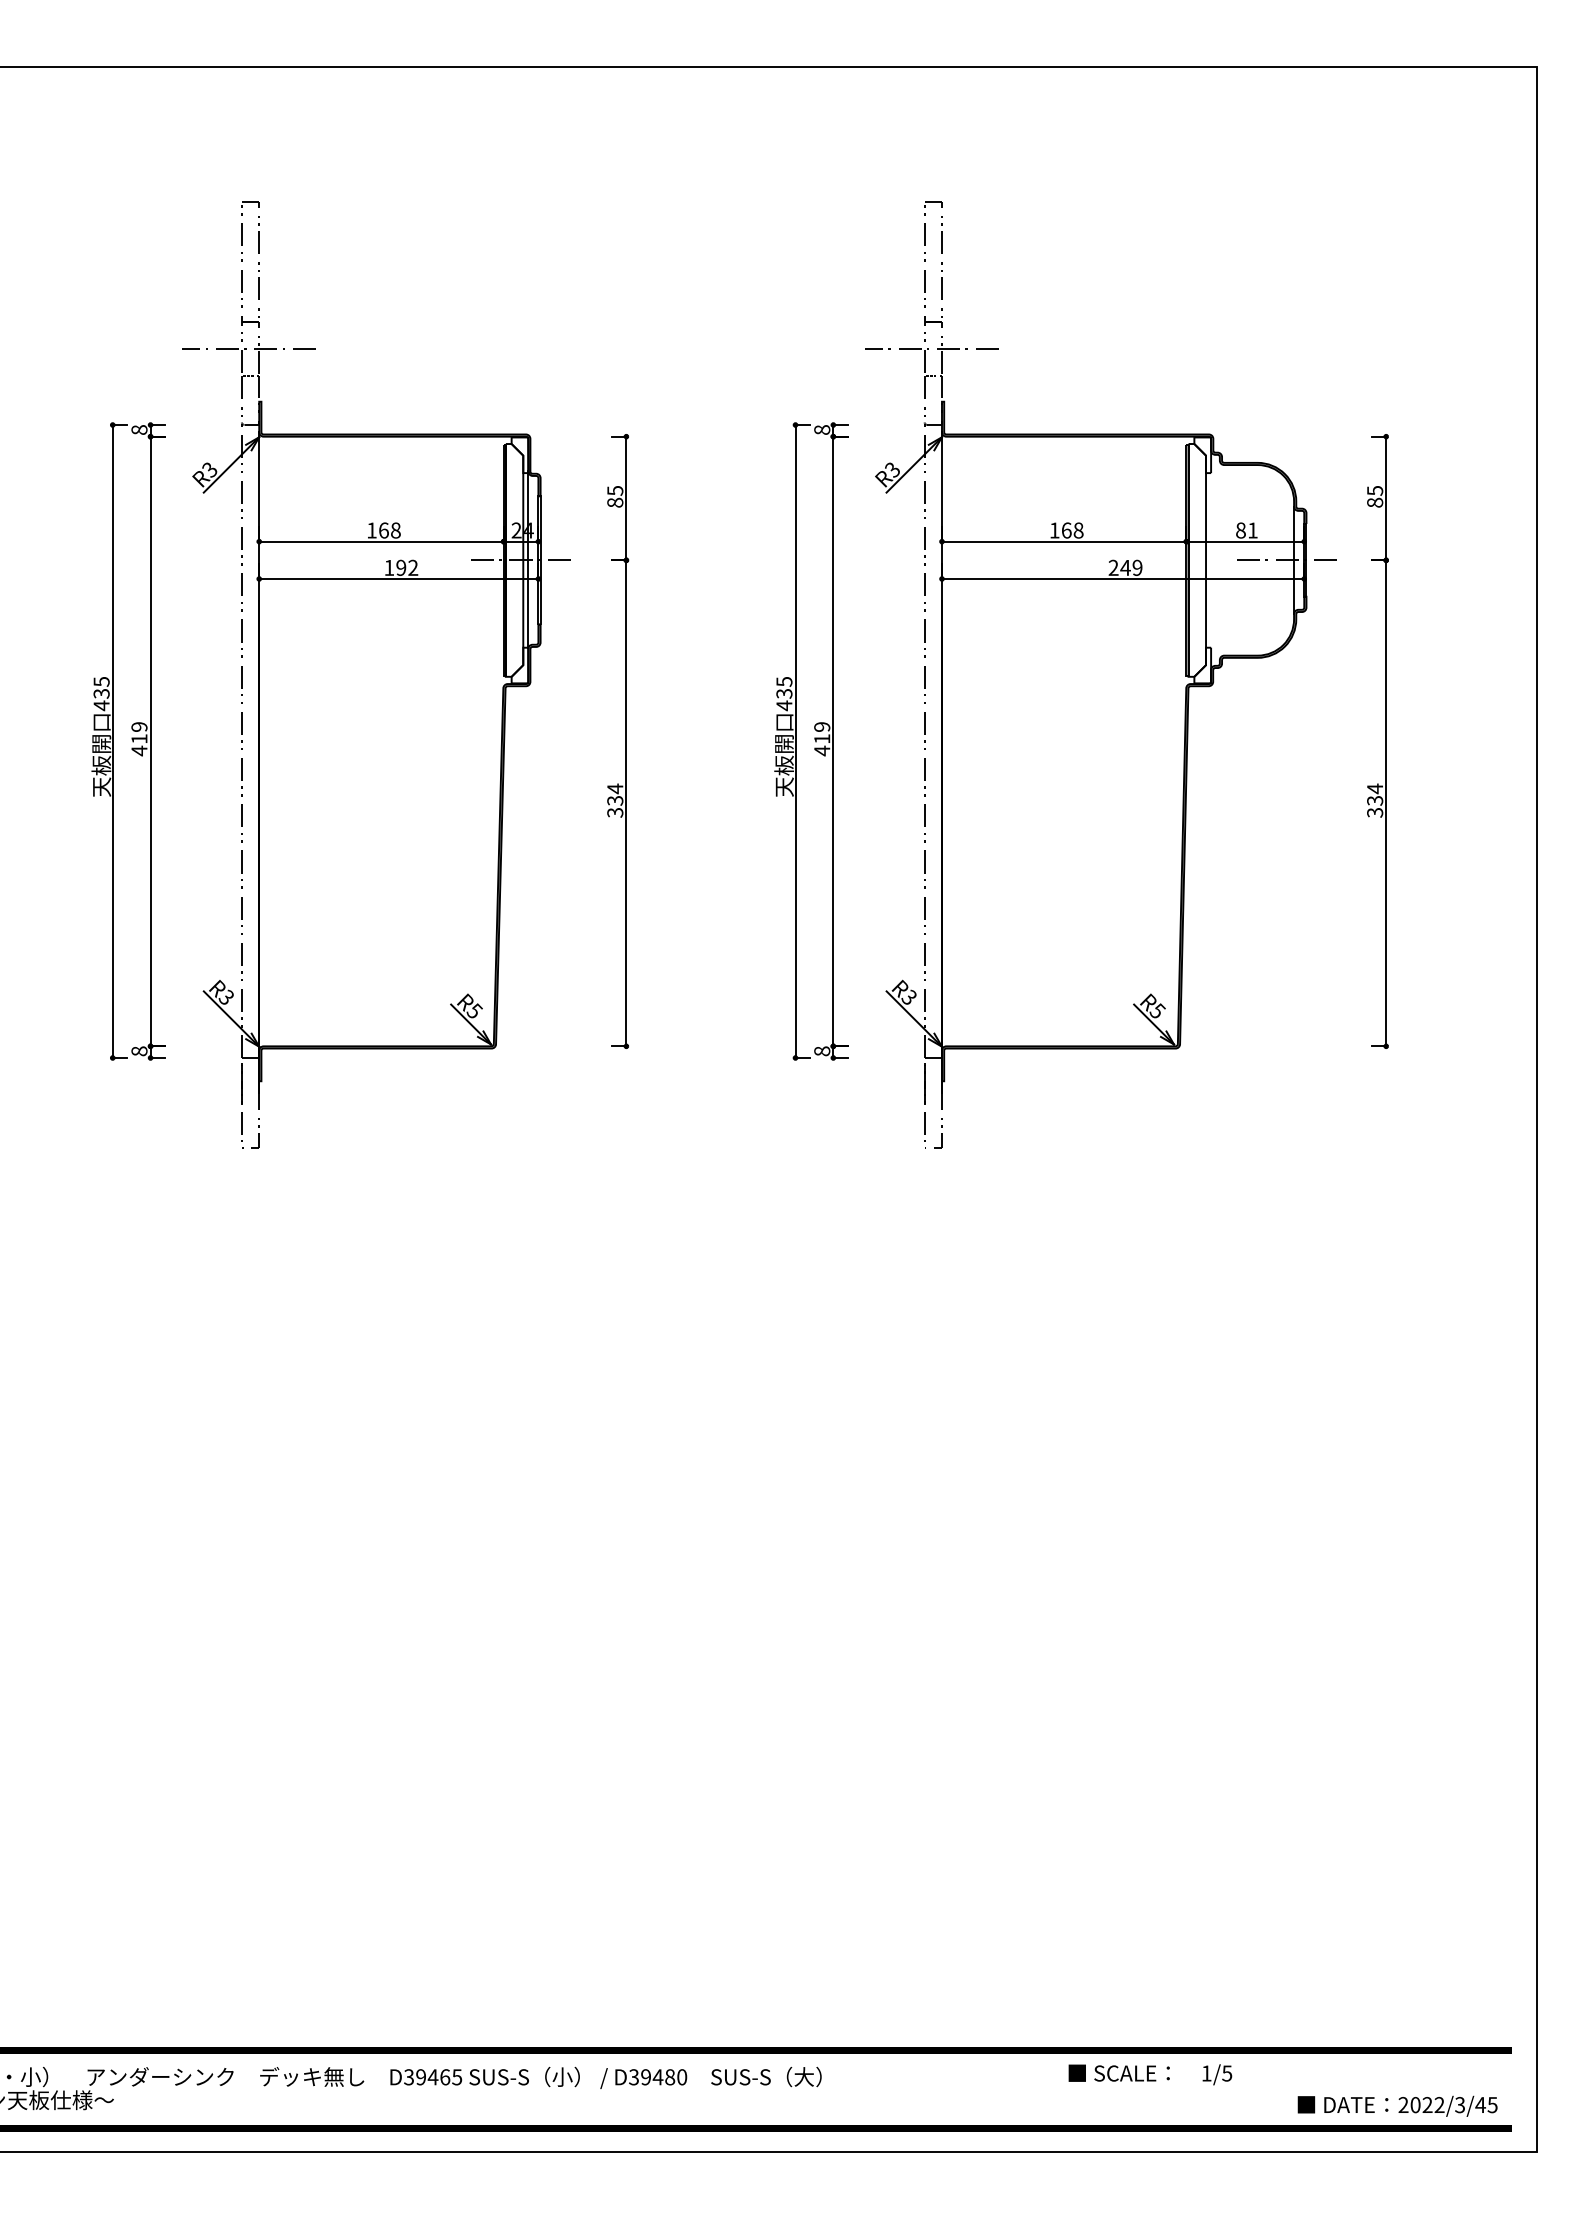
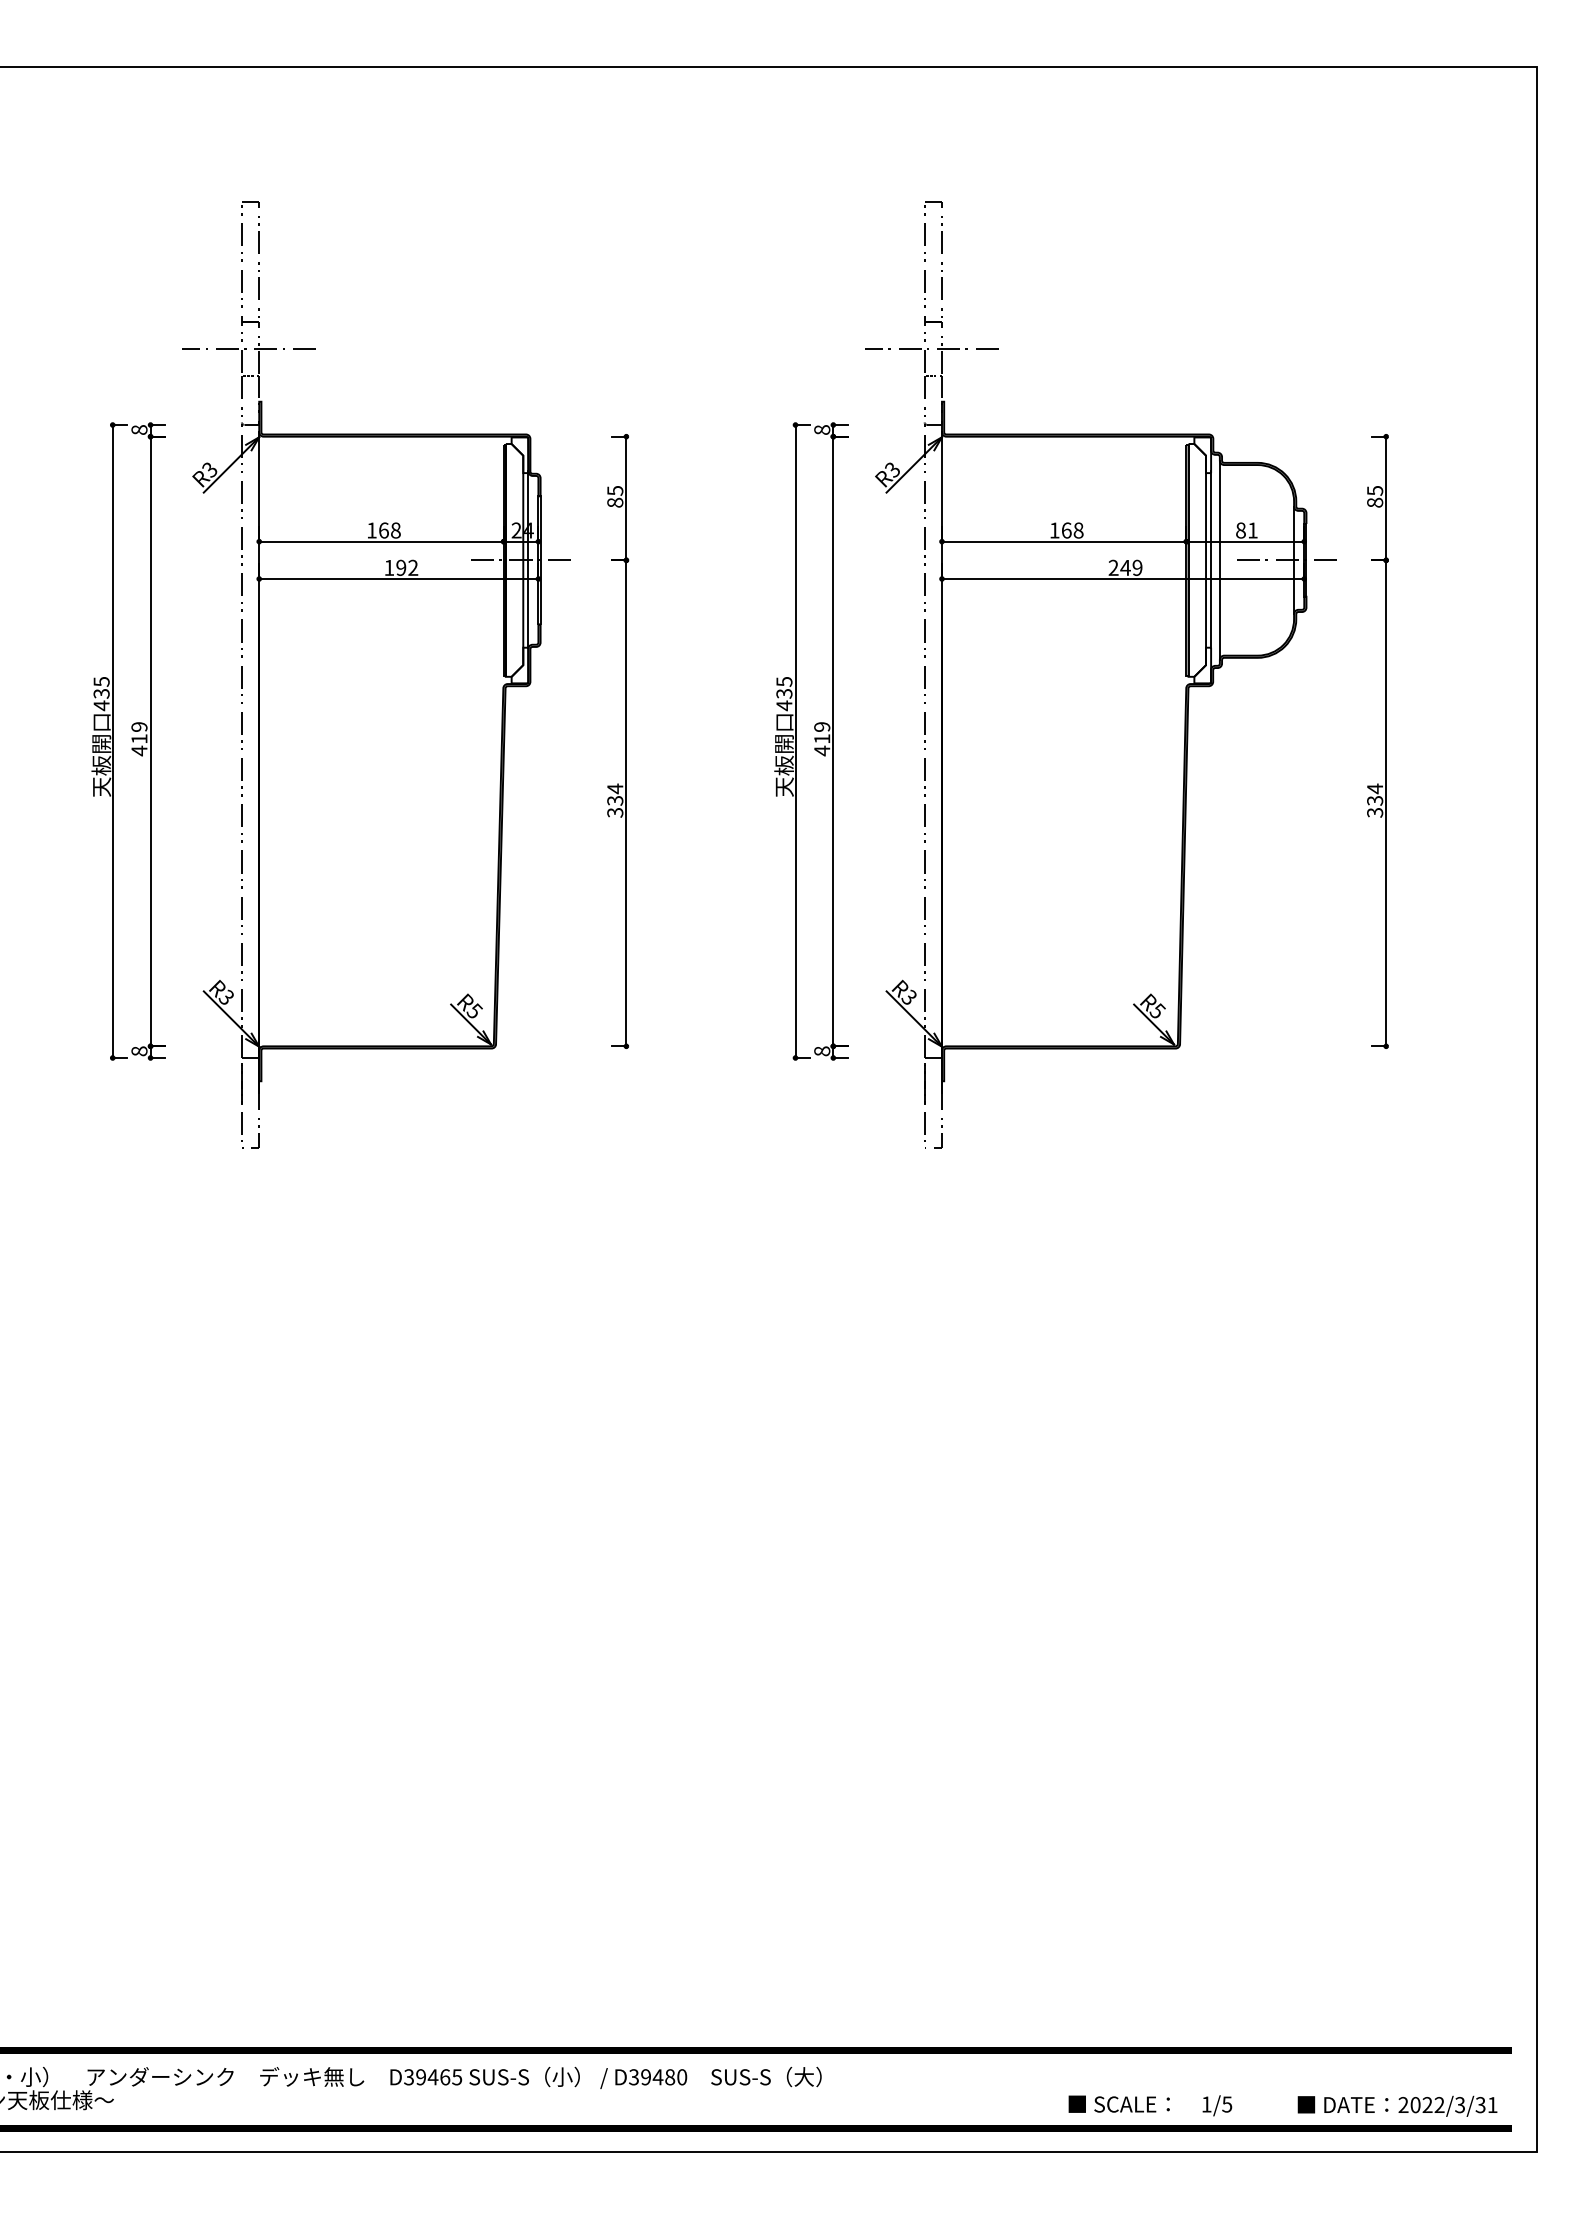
line at (1211, 559): none -> present
line at (1219, 560): none -> present
text at (1150, 2074) position: (1150, 2074) -> (1150, 2105)
text at (1486, 2104): 2022/3/45 -> 2022/3/31
